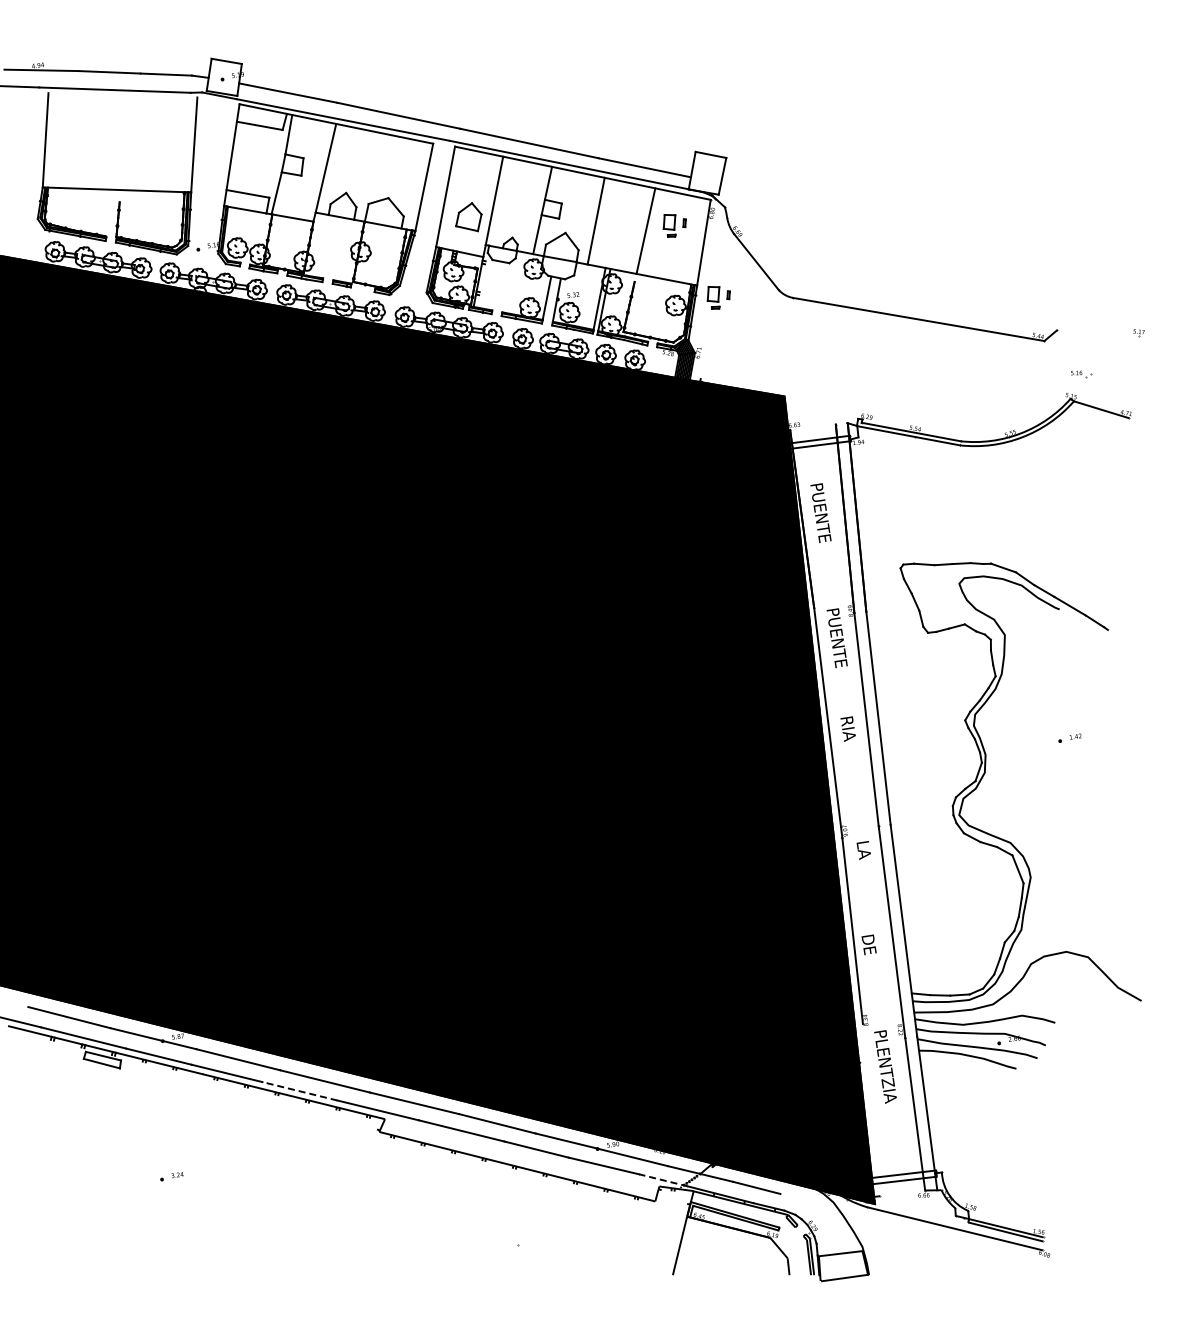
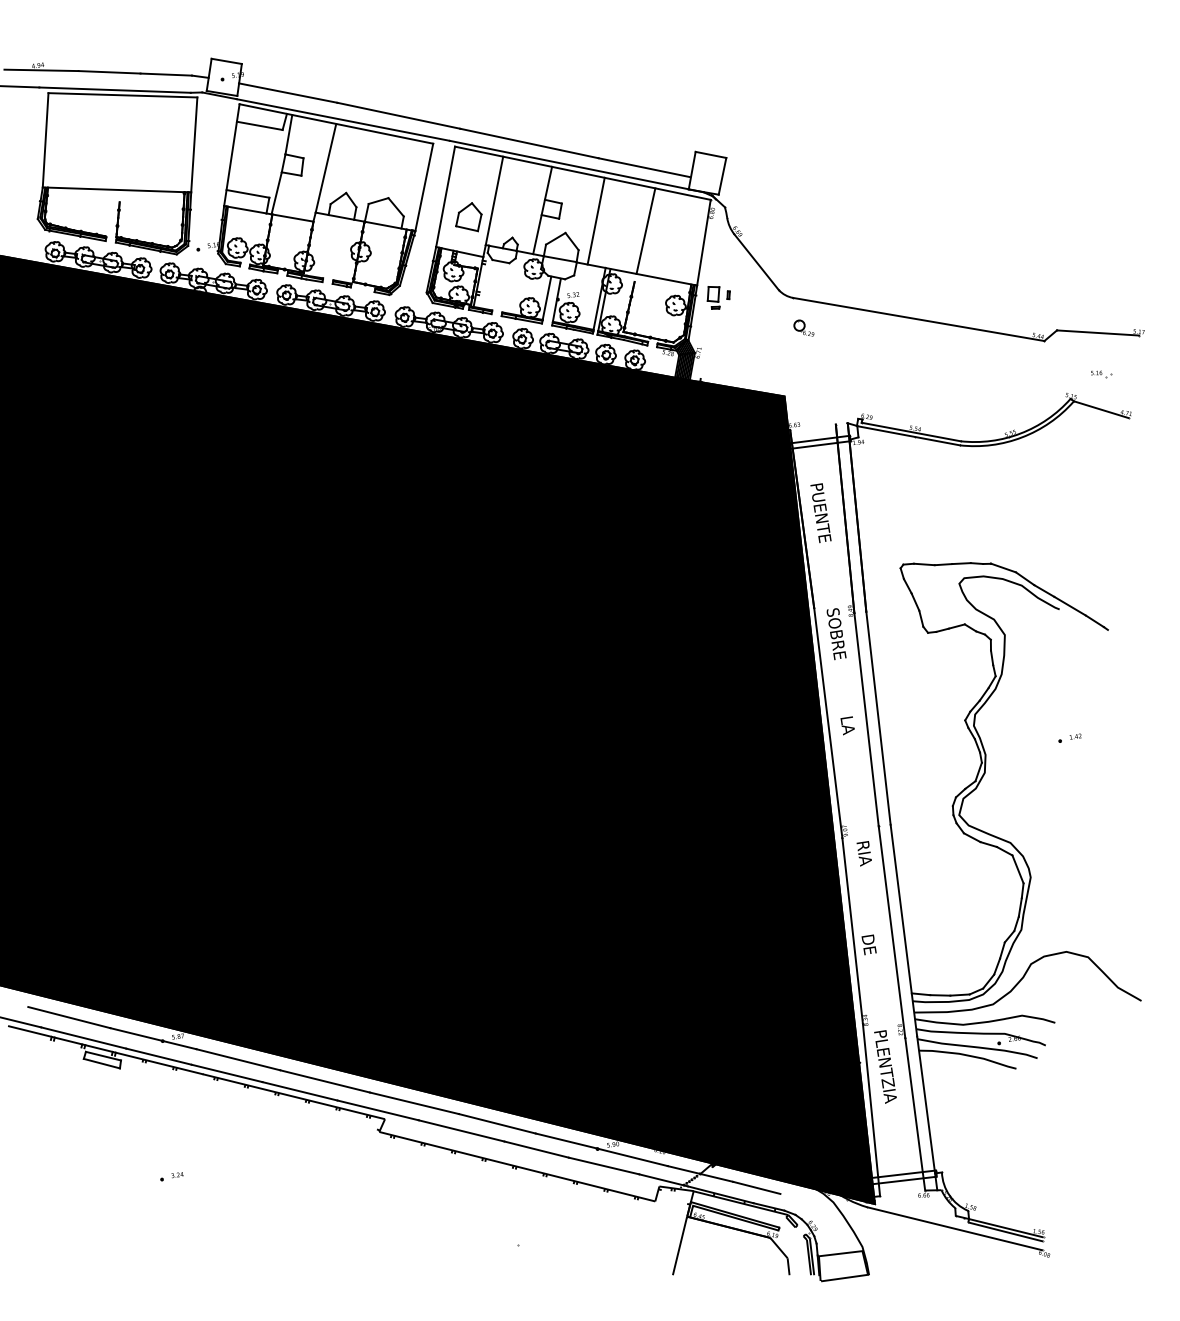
line at (122, 95): none -> present
part at (674, 225): present -> none
part at (803, 327): none -> present
line at (1097, 332): none -> present
part at (1081, 374) position: (1081, 374) -> (1101, 374)
text at (836, 638): PUENTE -> SOBRE
text at (847, 729): RIA -> LA
text at (863, 854): LA -> RIA
line at (300, 1091): dashed -> solid
line at (871, 1109): none -> present
line at (663, 1180): dashed -> solid
